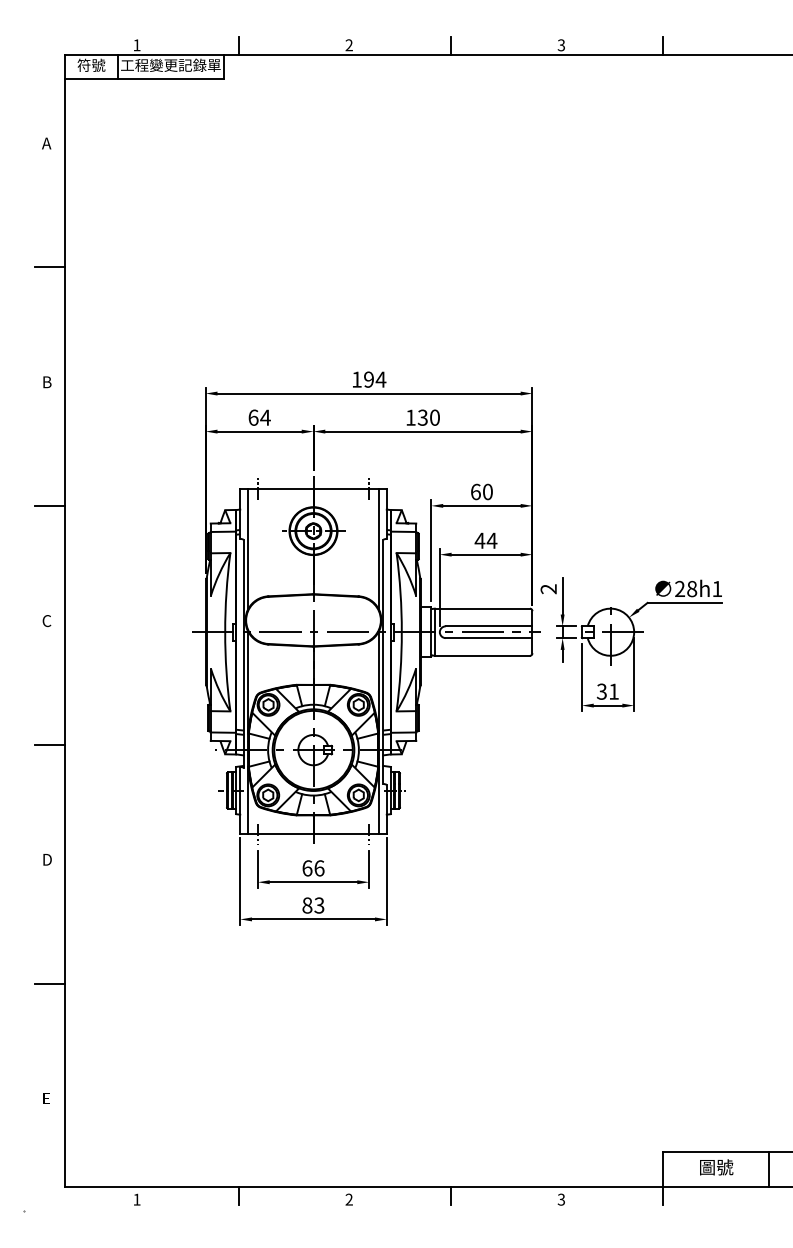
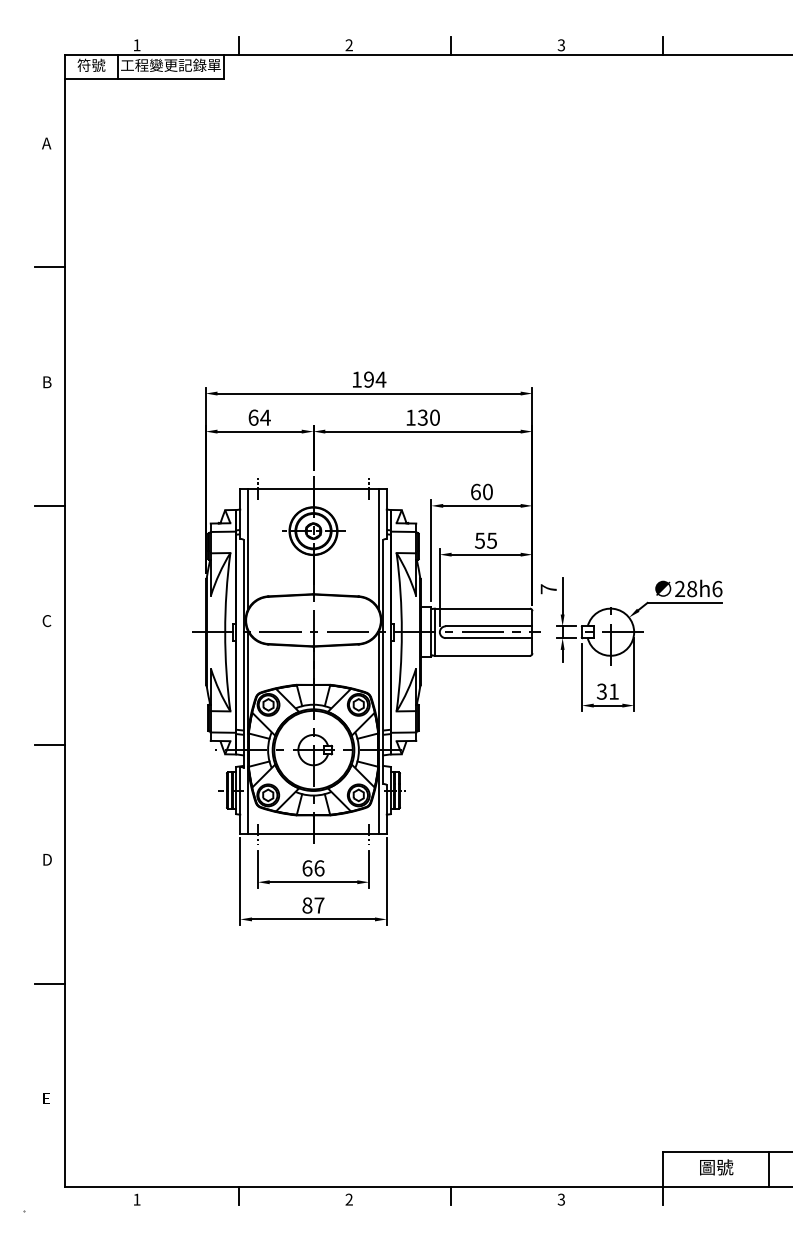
text at (485, 540): 44 -> 55
text at (717, 588): 28h1 -> 28h6
text at (548, 589): 2 -> 7
text at (319, 905): 83 -> 87
